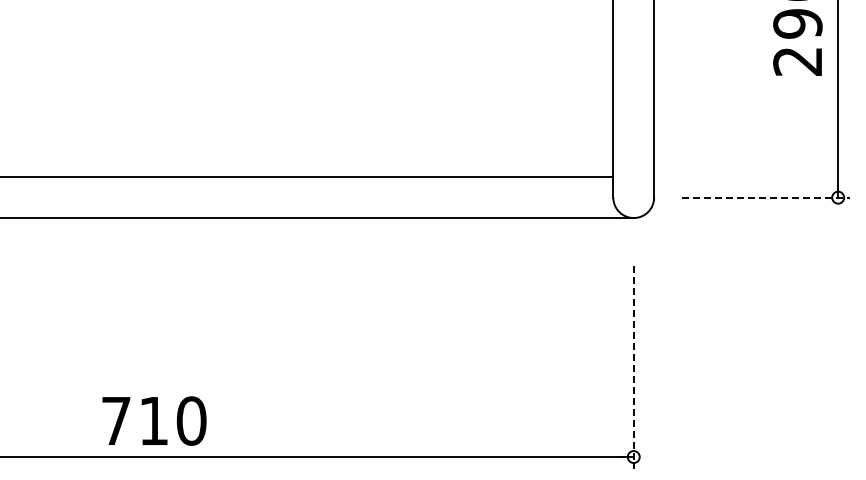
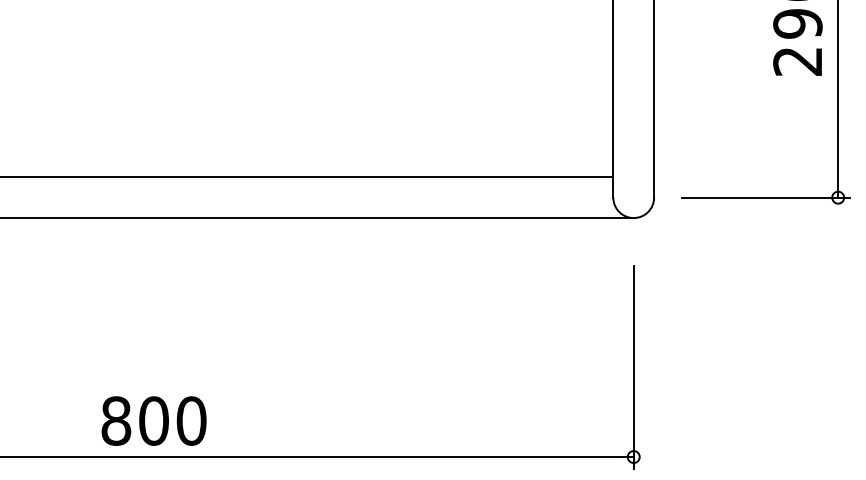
line at (766, 197): dashed -> solid
line at (633, 367): dashed -> solid
text at (134, 420): 710 -> 800
